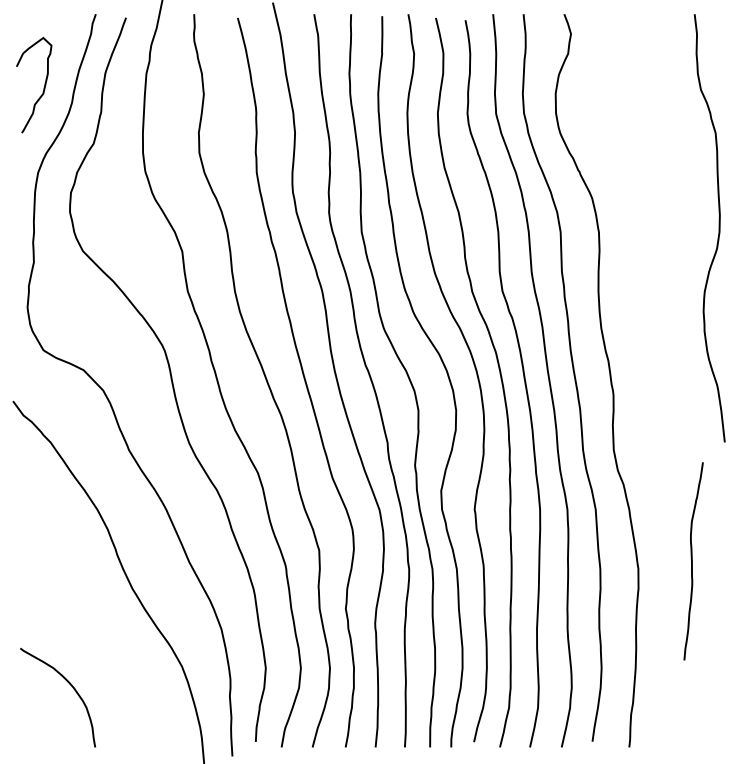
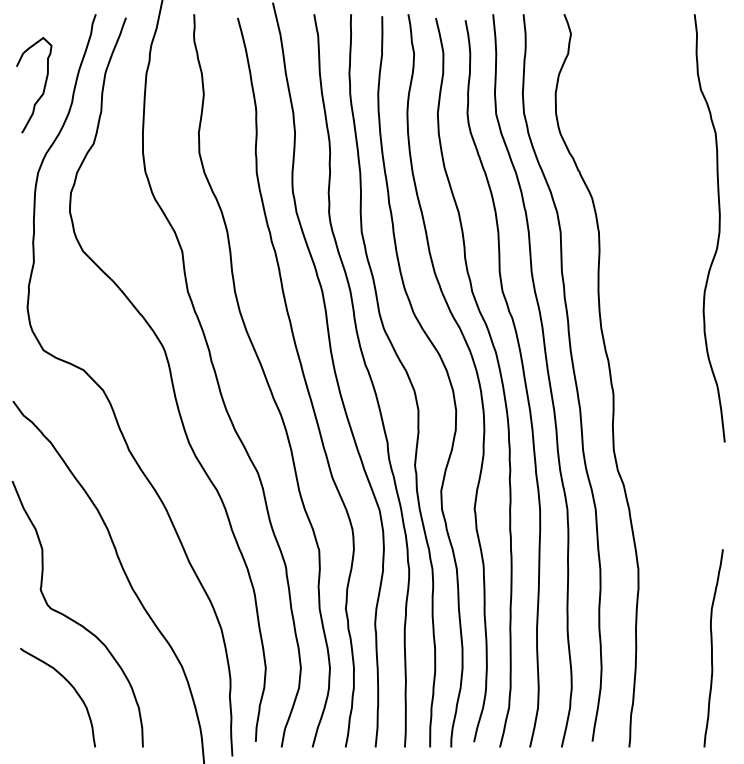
curve at (692, 561) position: (692, 561) -> (712, 648)
curve at (73, 619): none -> present
